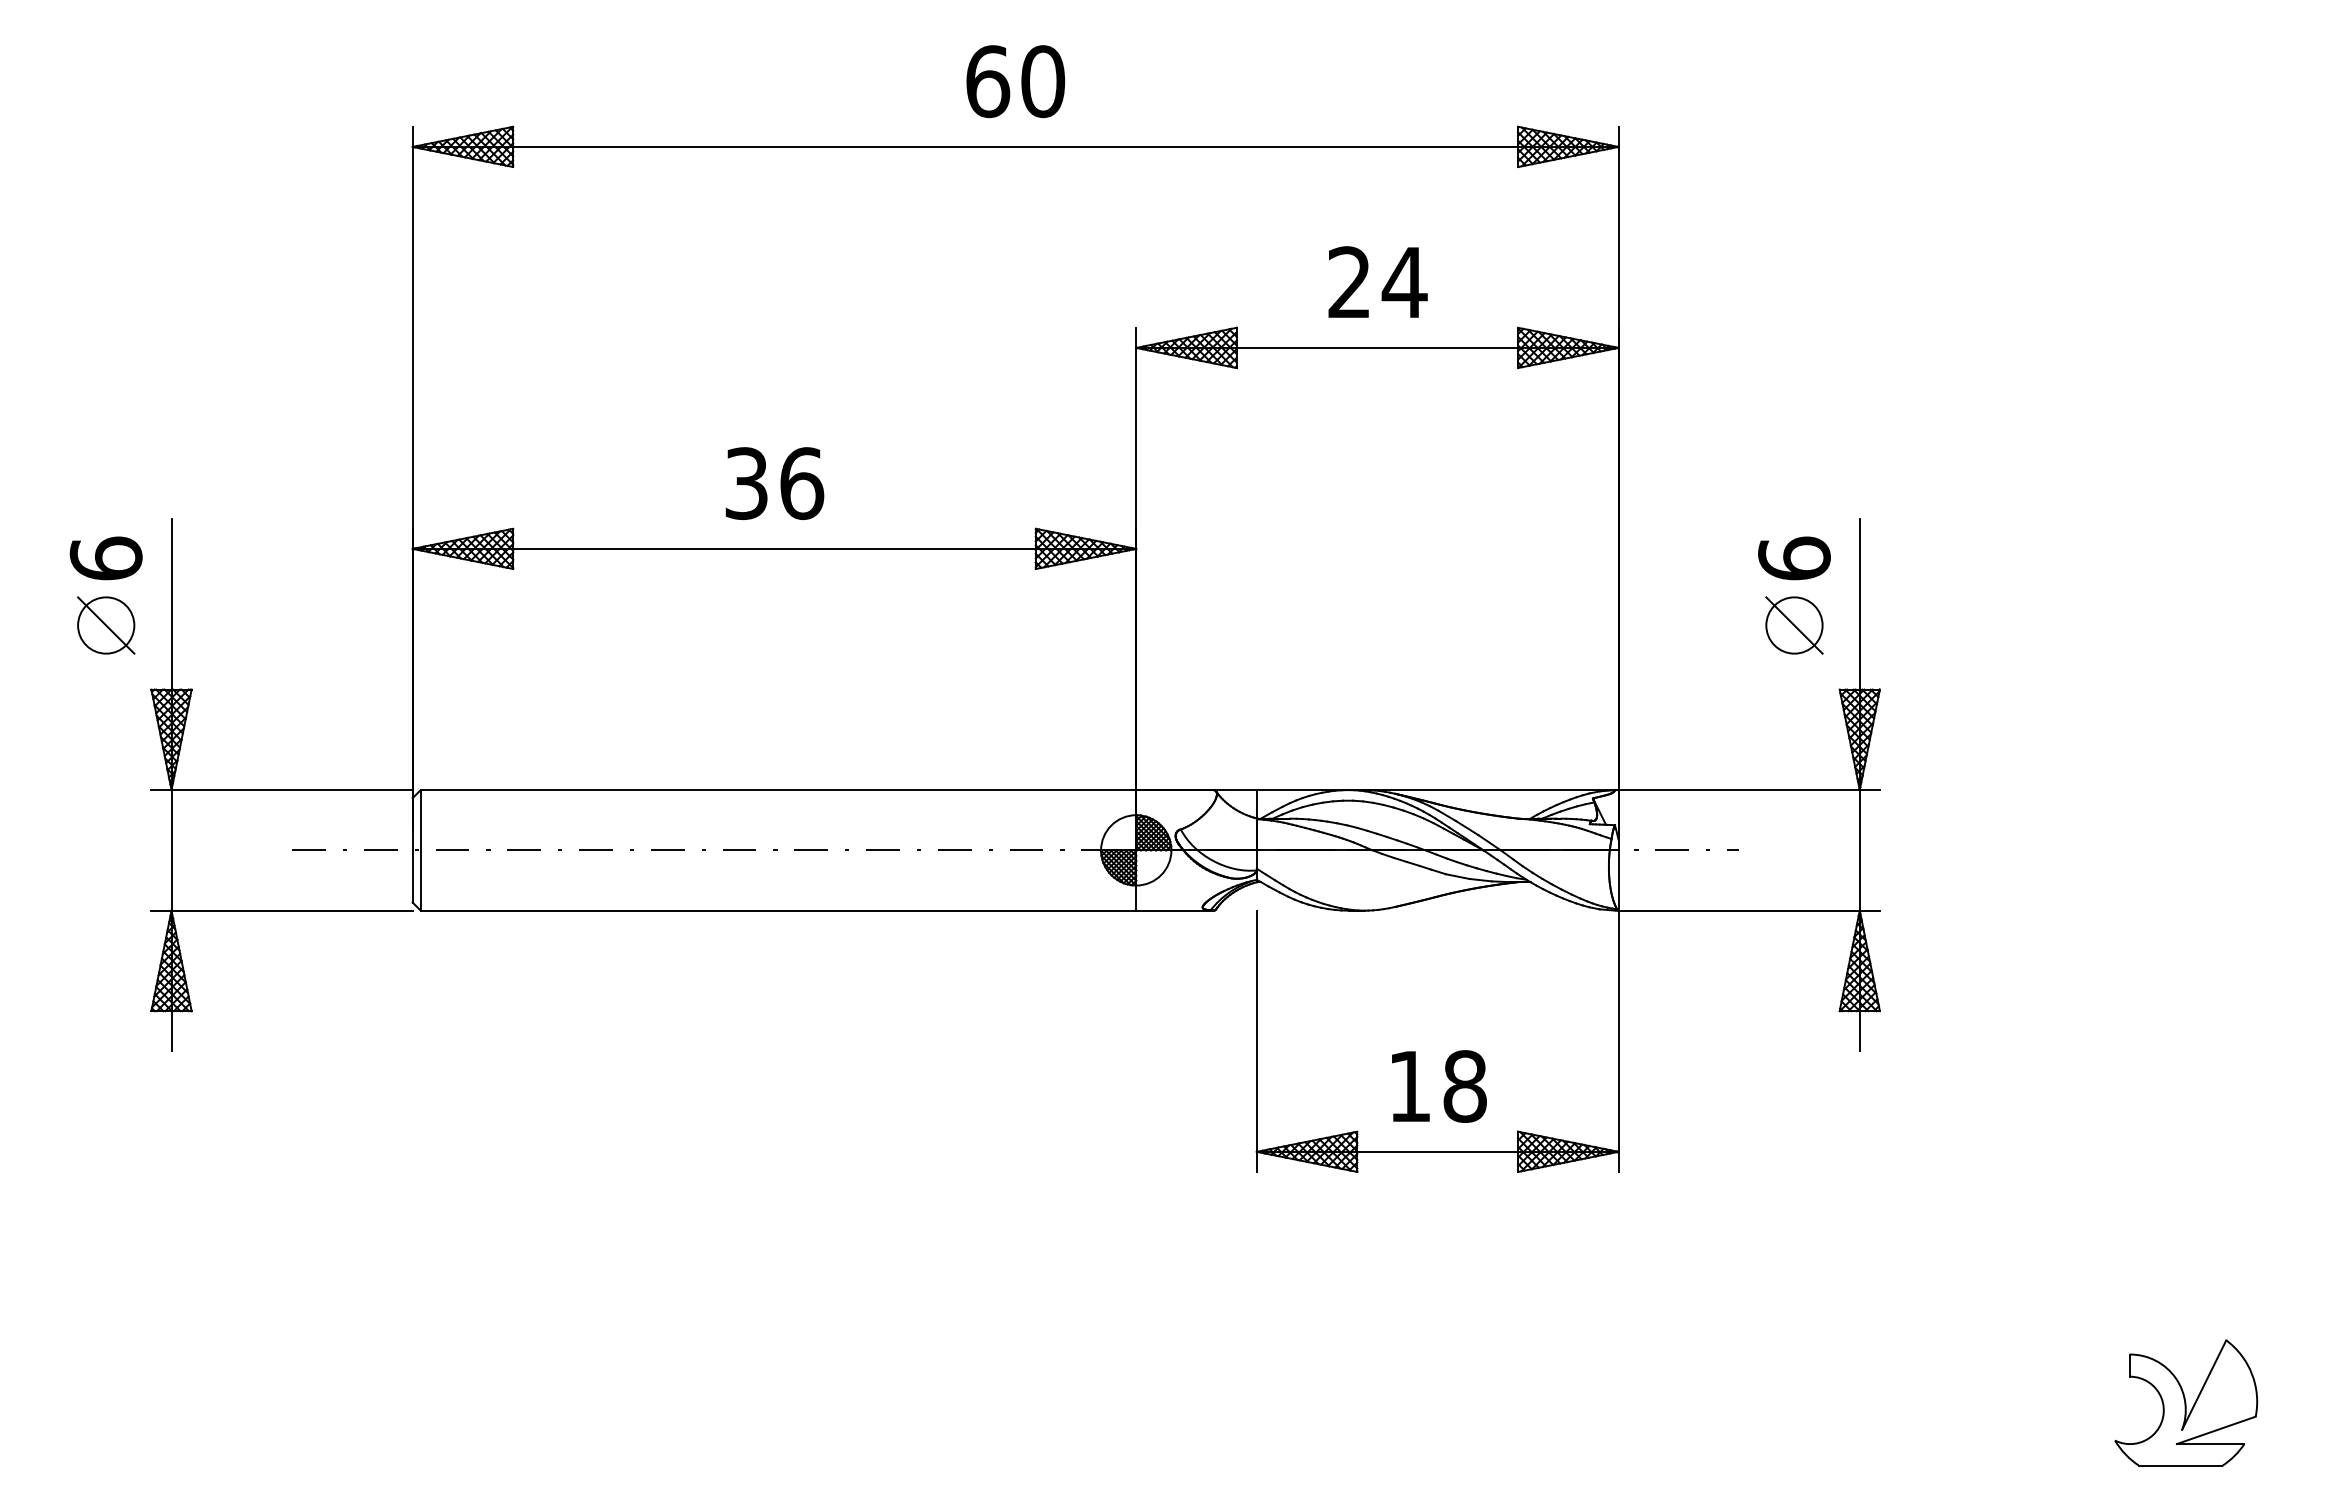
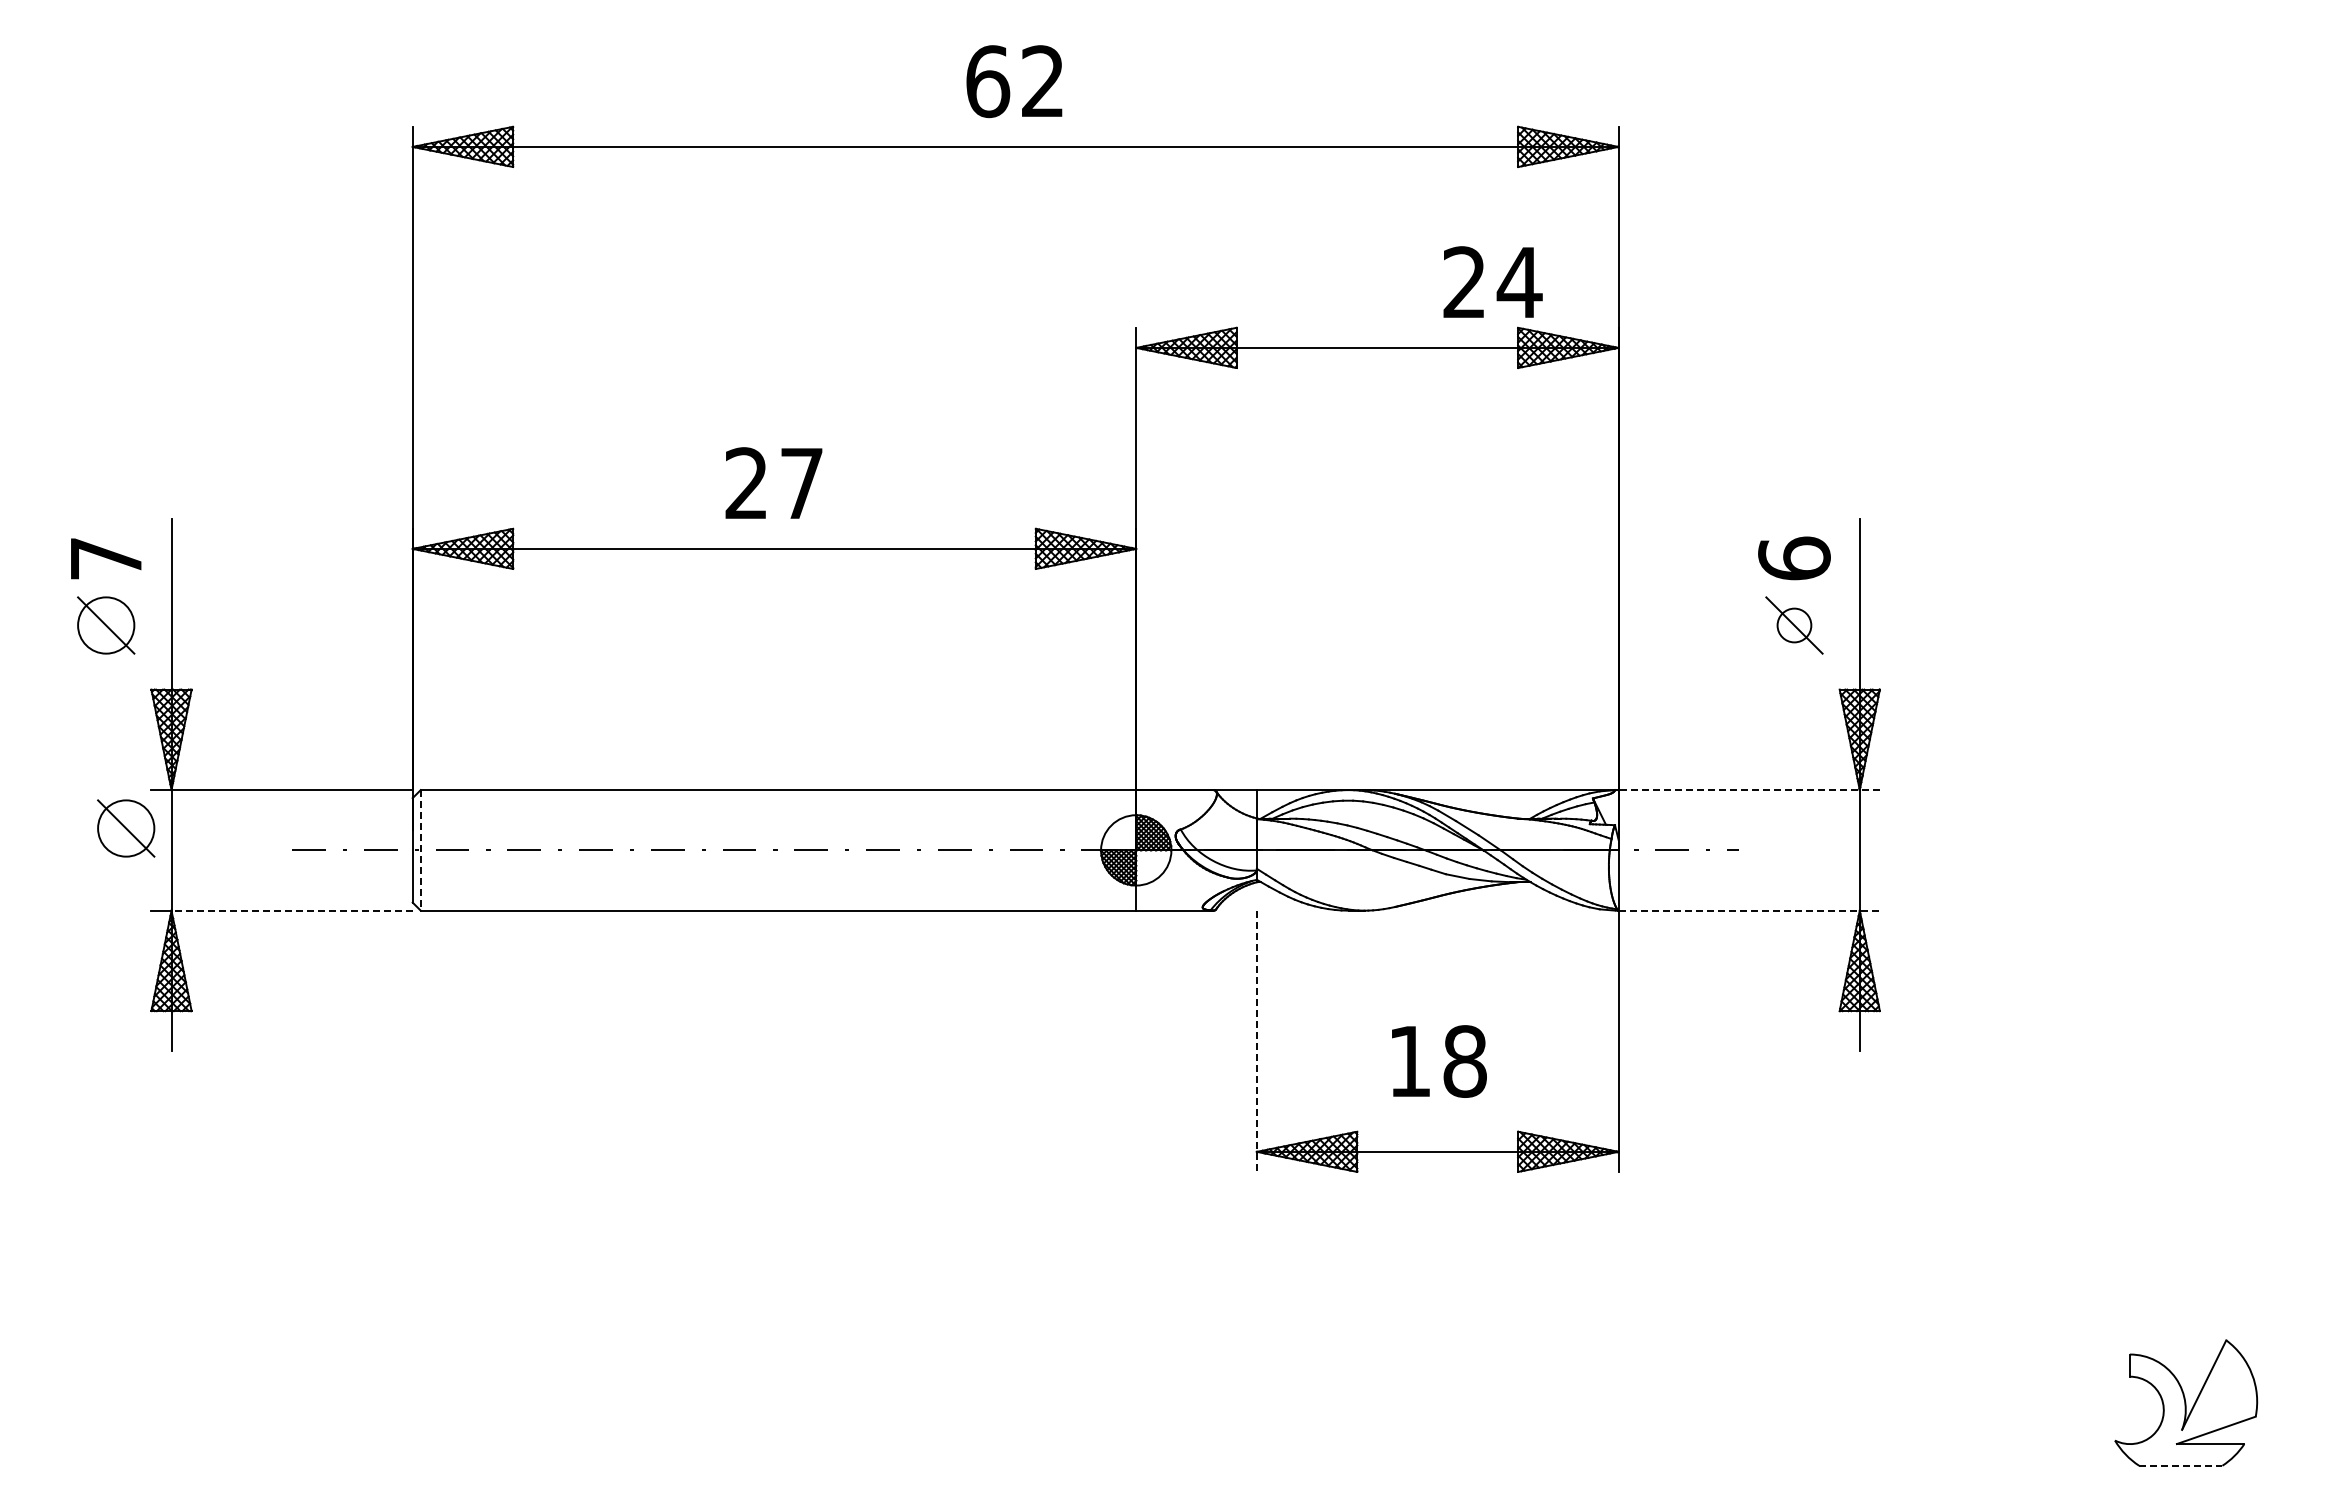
text at (1043, 81): 60 -> 62
text at (1377, 281) position: (1377, 281) -> (1492, 281)
text at (774, 483): 36 -> 27
text at (105, 558): 6 -> 7
circle at (1794, 625) diameter: 56 px -> 34 px
line at (1749, 790): solid -> dashed
part at (126, 828): none -> present
line at (420, 850): solid -> dashed
line at (292, 910): solid -> dashed
line at (1749, 910): solid -> dashed
line at (1256, 1041): solid -> dashed
text at (1439, 1086) position: (1439, 1086) -> (1439, 1061)
line at (2180, 1465): solid -> dashed
